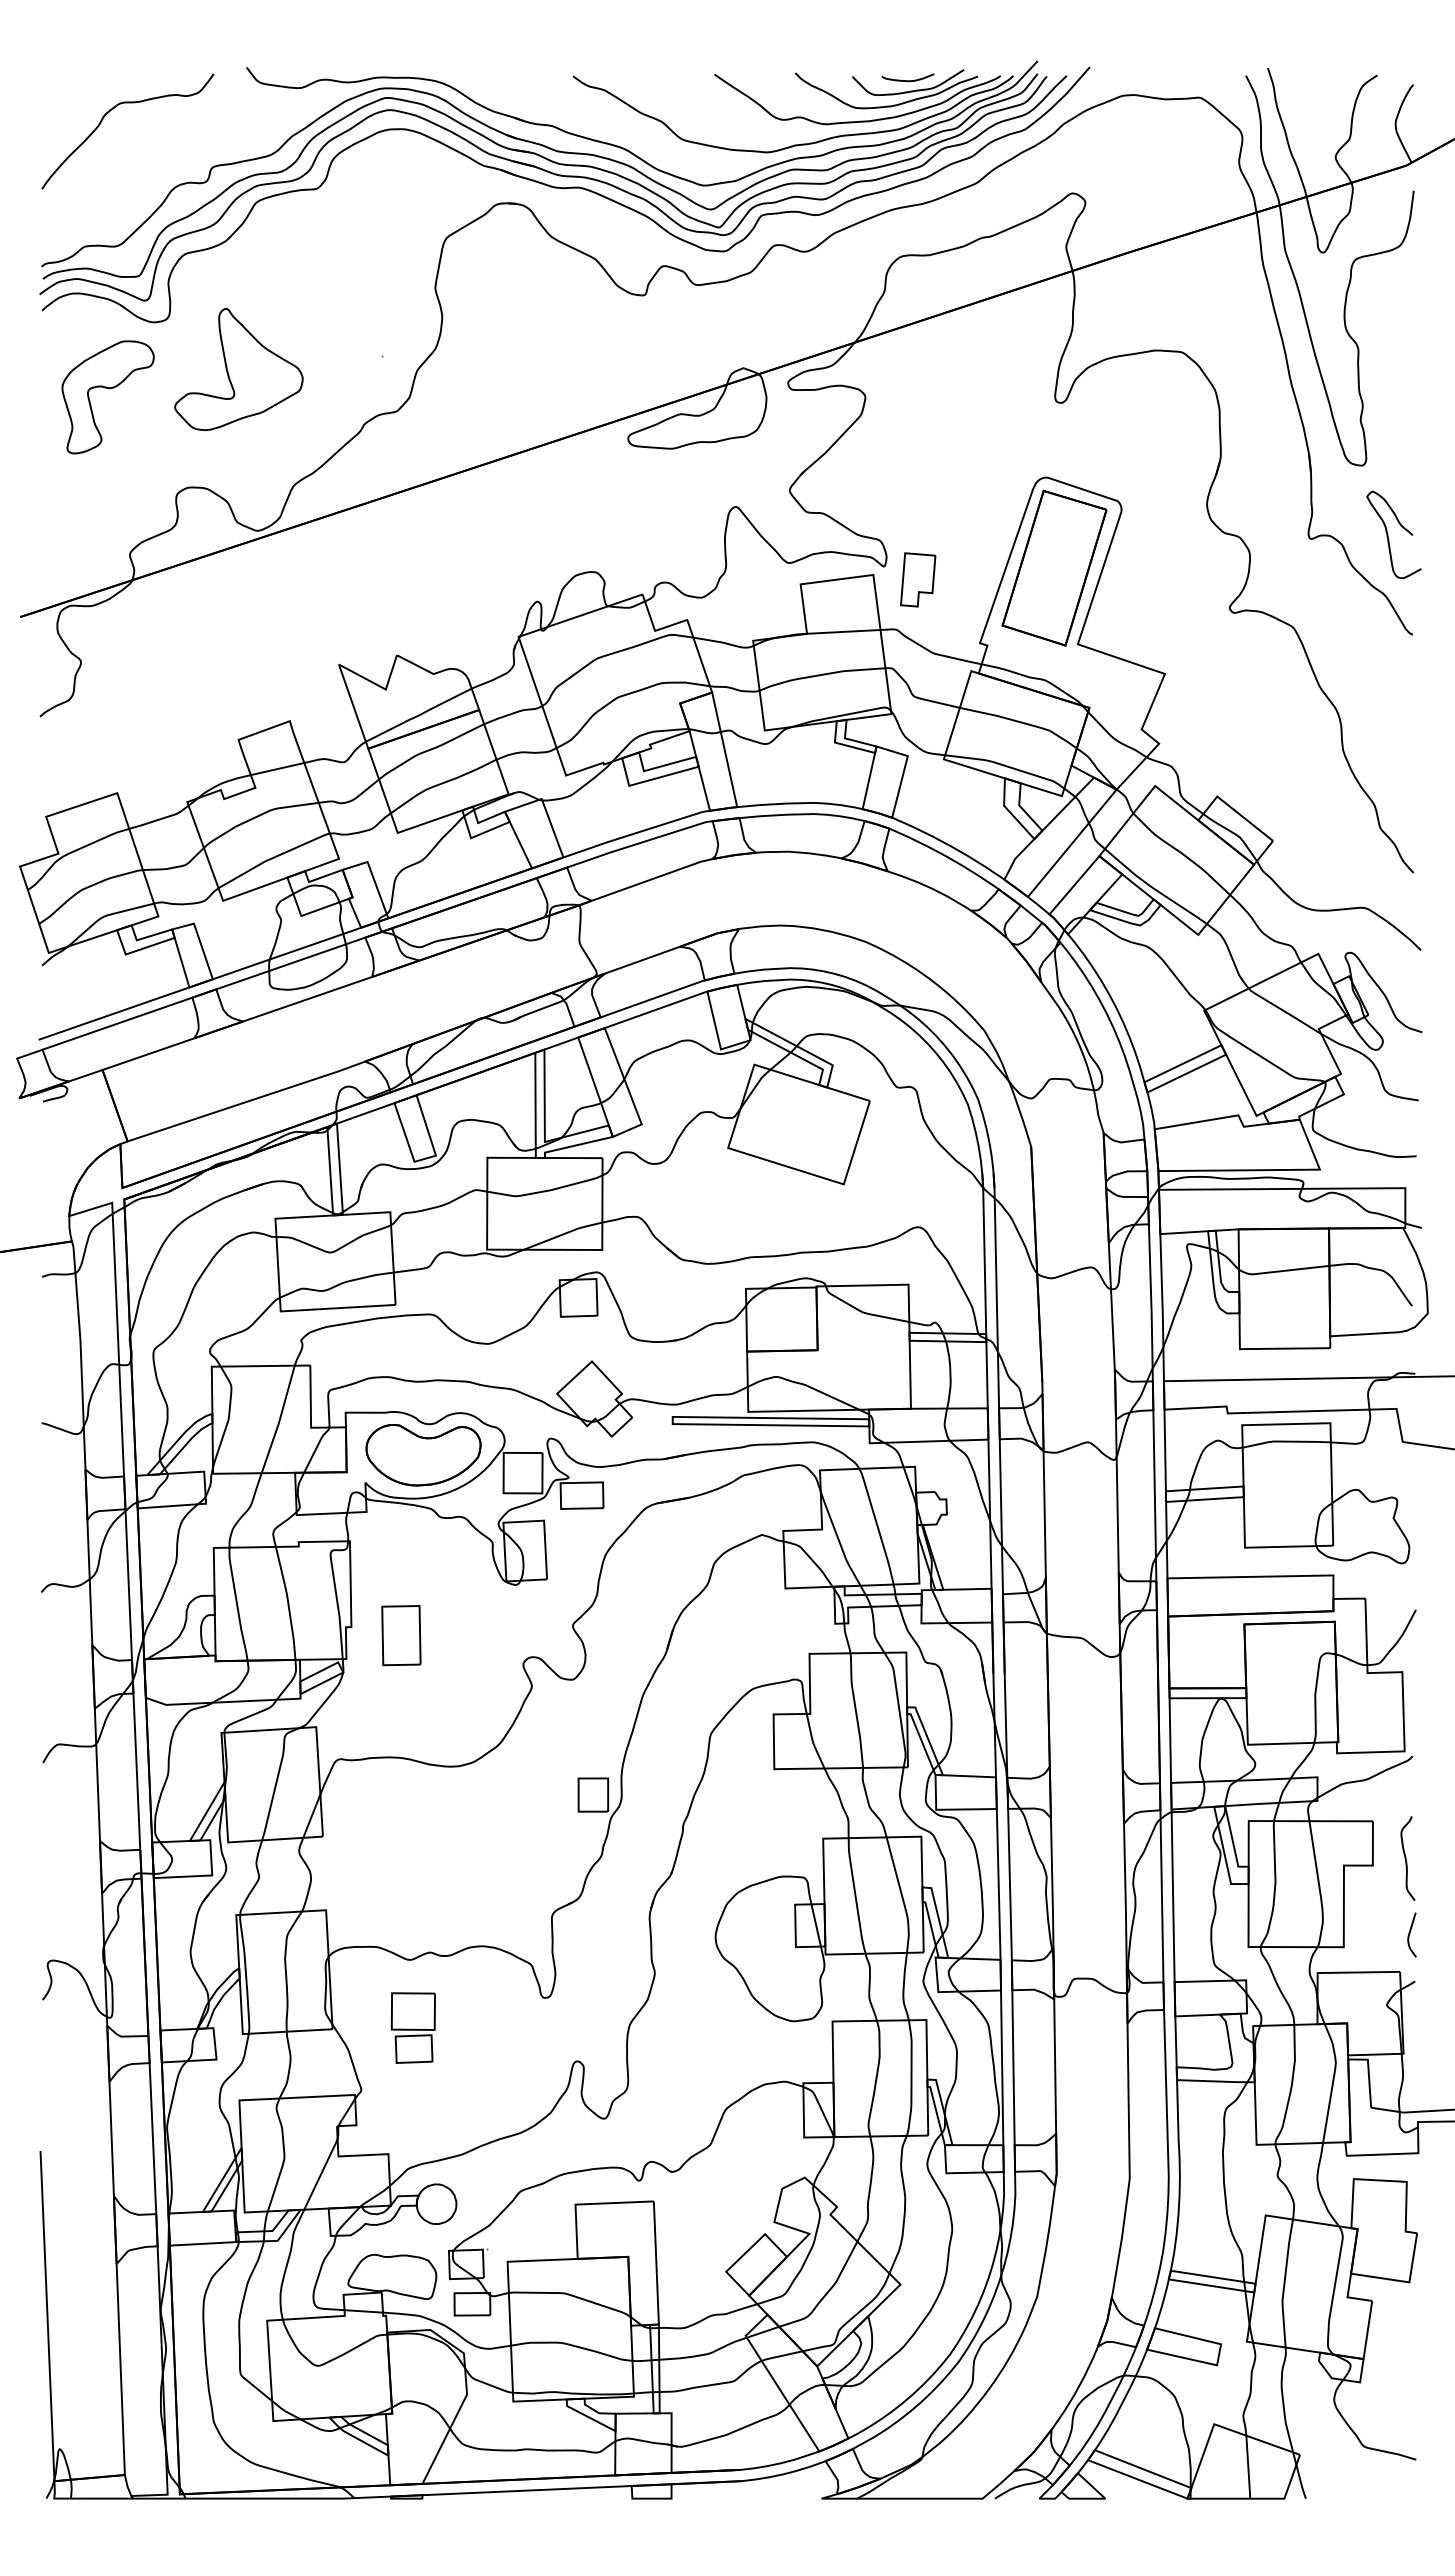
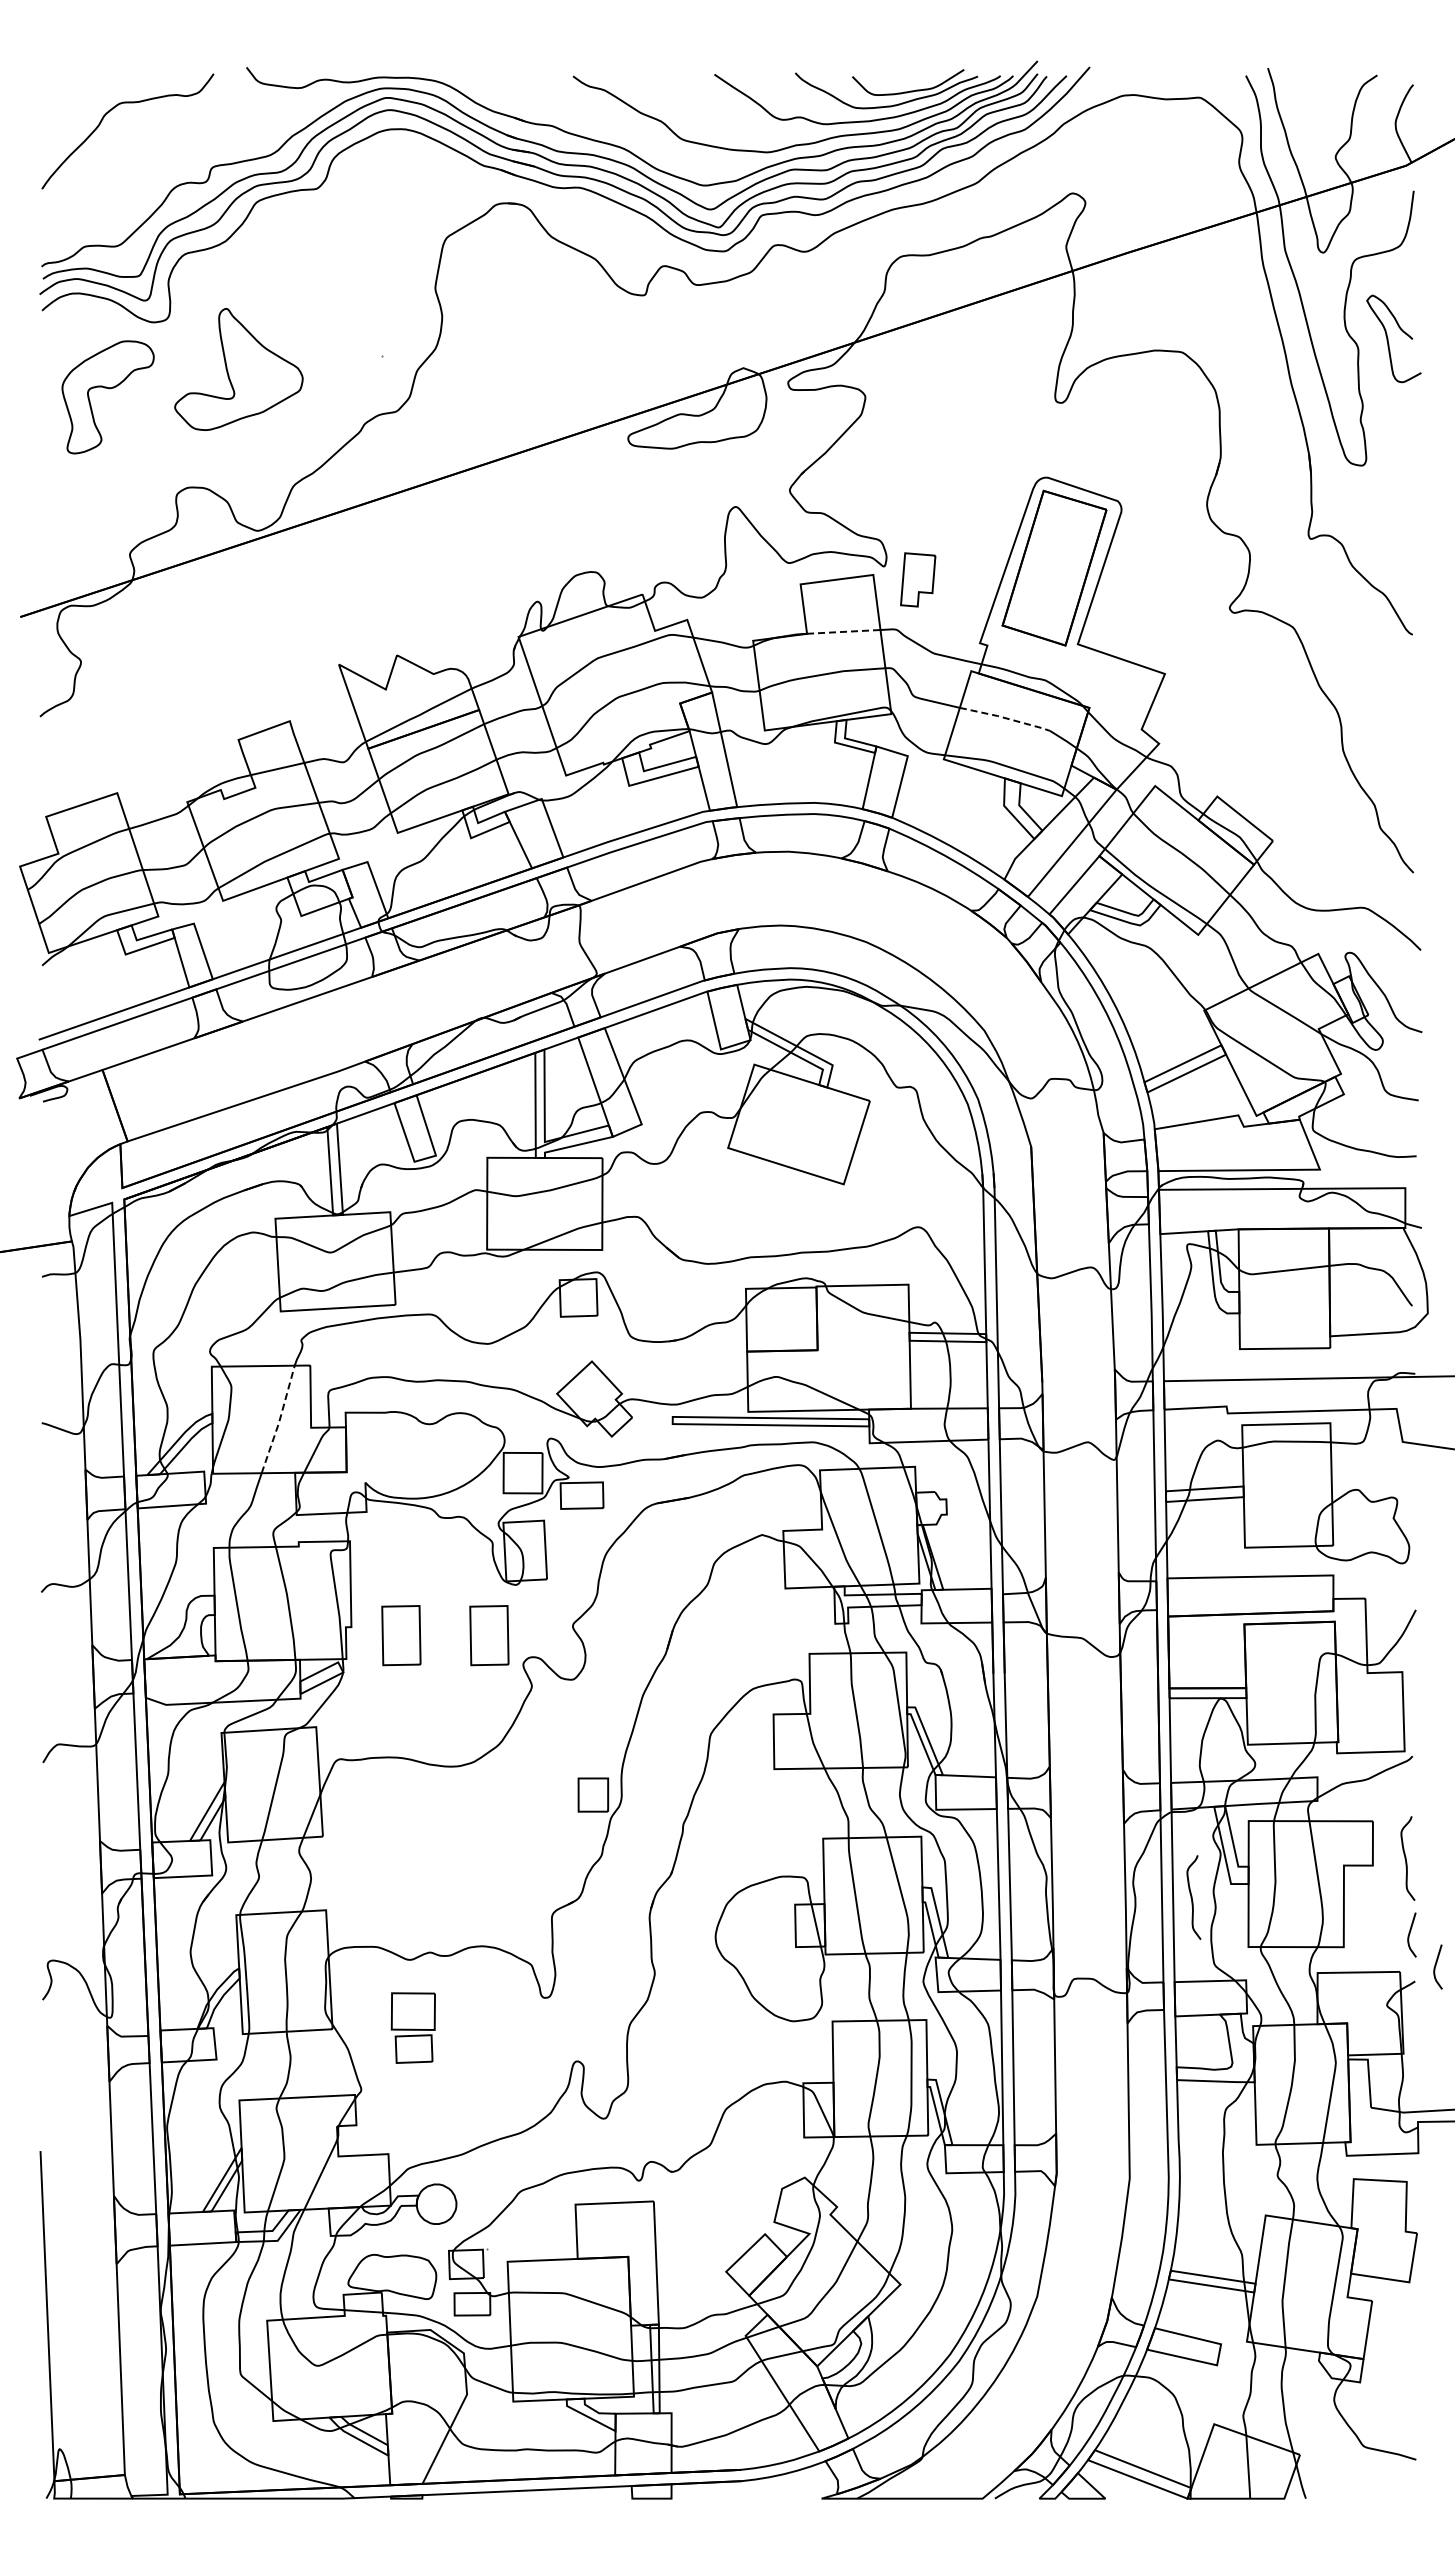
curve at (907, 80): present -> none
curve at (1388, 534) position: (1388, 534) -> (1388, 338)
line at (843, 631): solid -> dashed
line at (1006, 718): solid -> dashed
line at (279, 1420): solid -> dashed
part at (423, 1455): present -> none
part at (489, 1635): none -> present
curve at (1192, 1897): none -> present
curve at (1436, 1966): none -> present
